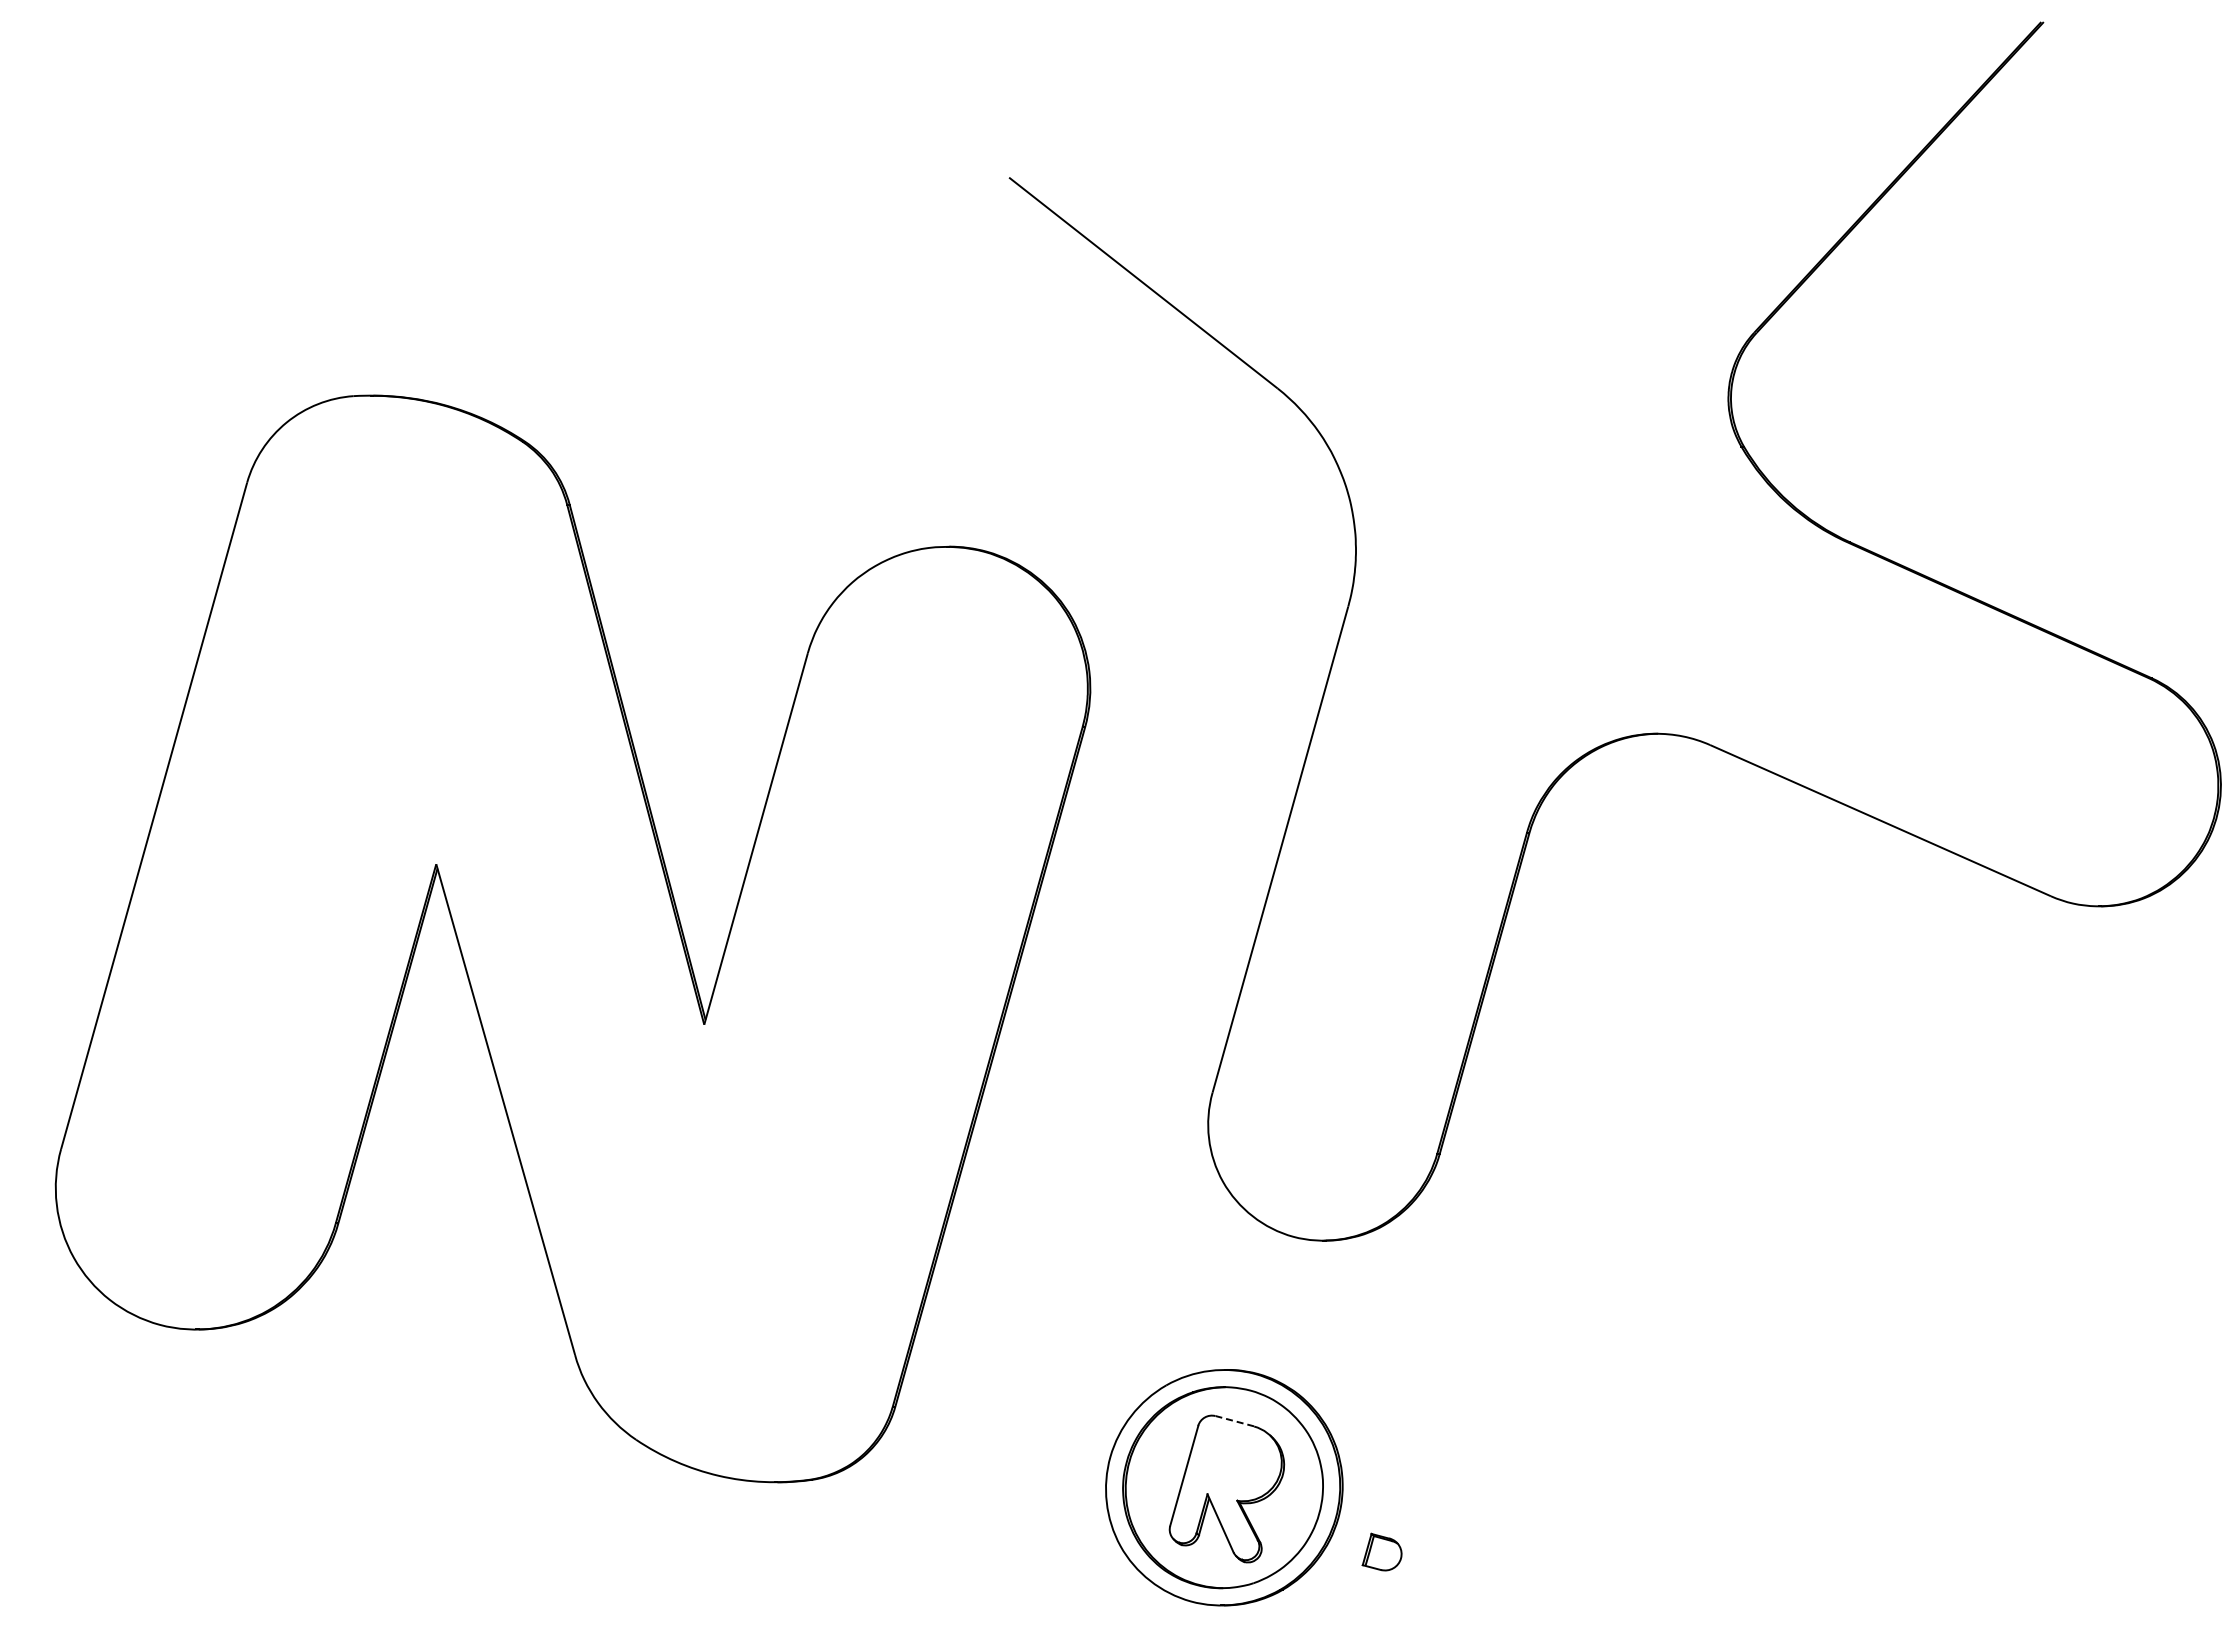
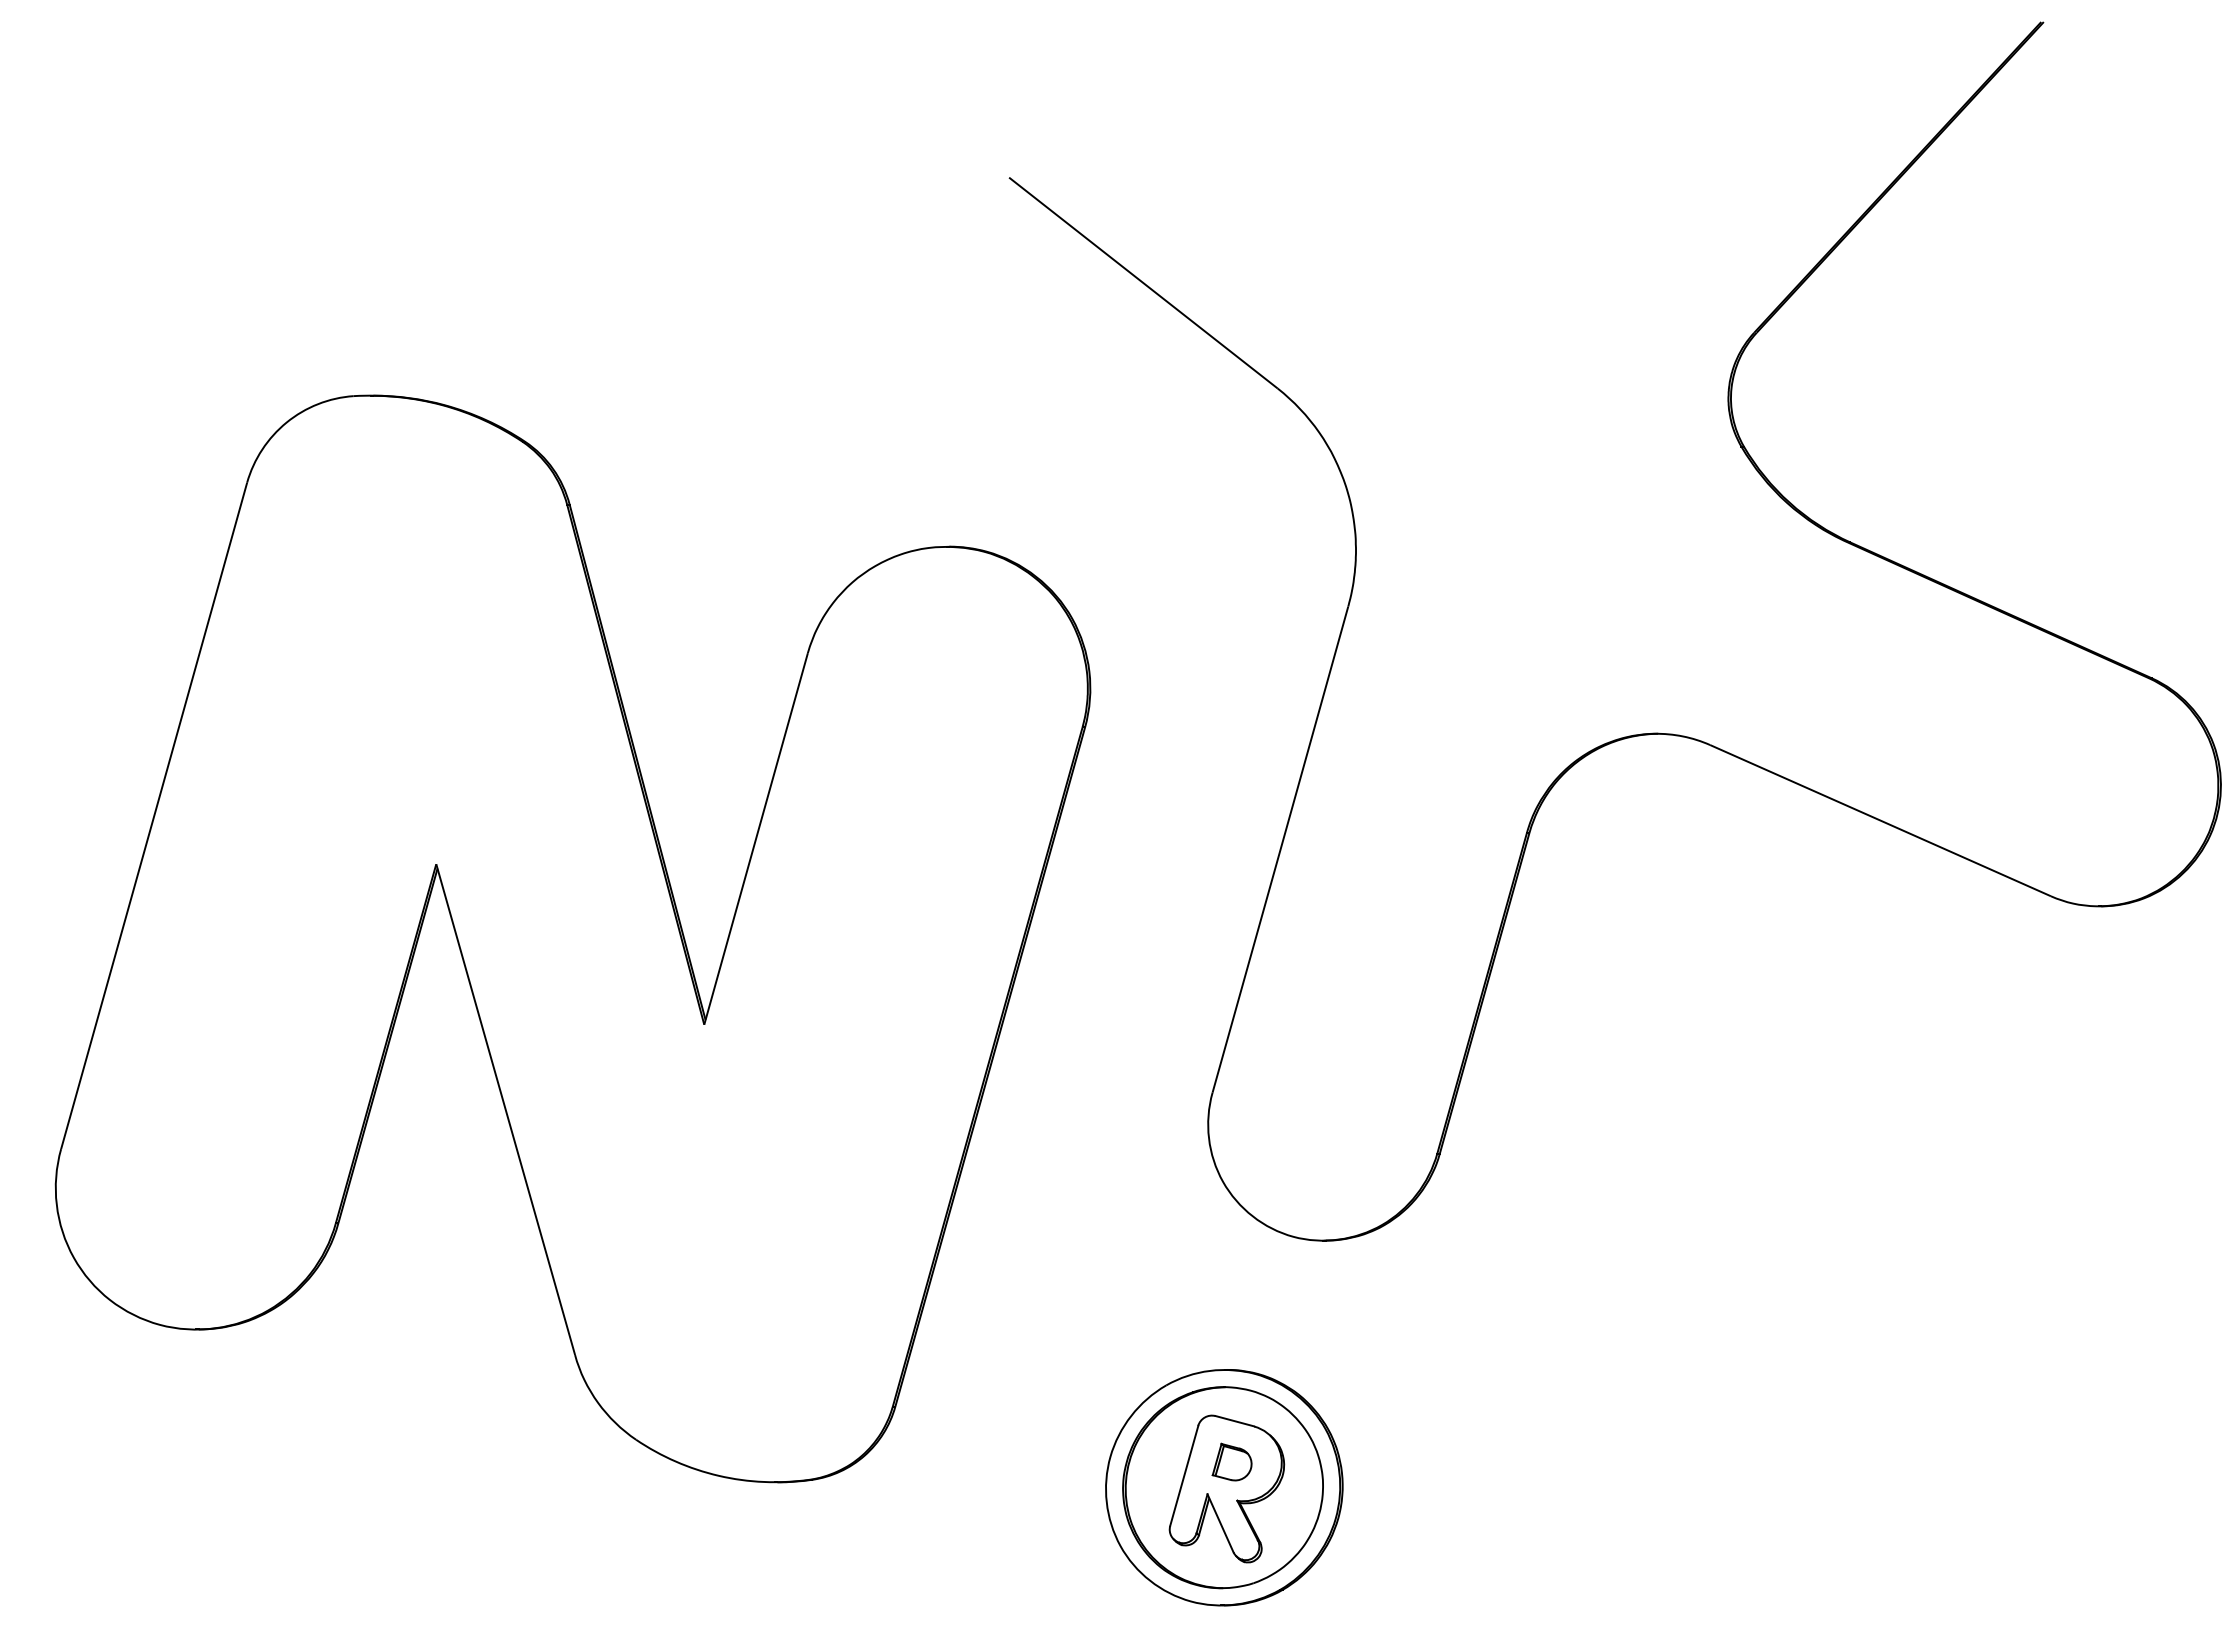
line at (1234, 1421): dashed -> solid
part at (1381, 1551) position: (1381, 1551) -> (1231, 1461)
